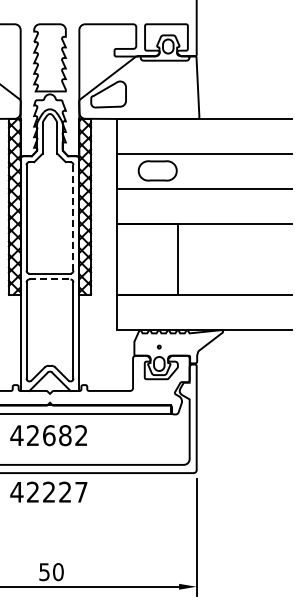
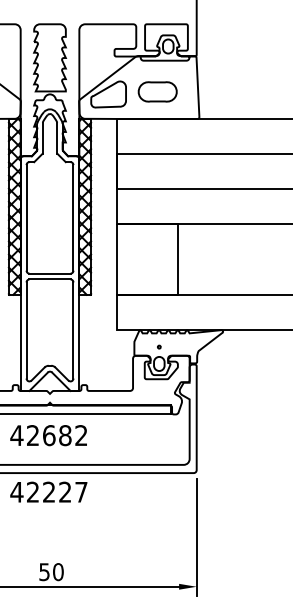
part at (157, 170) position: (157, 170) -> (157, 91)
line at (73, 217): dashed -> solid
line at (50, 279): dashed -> solid
